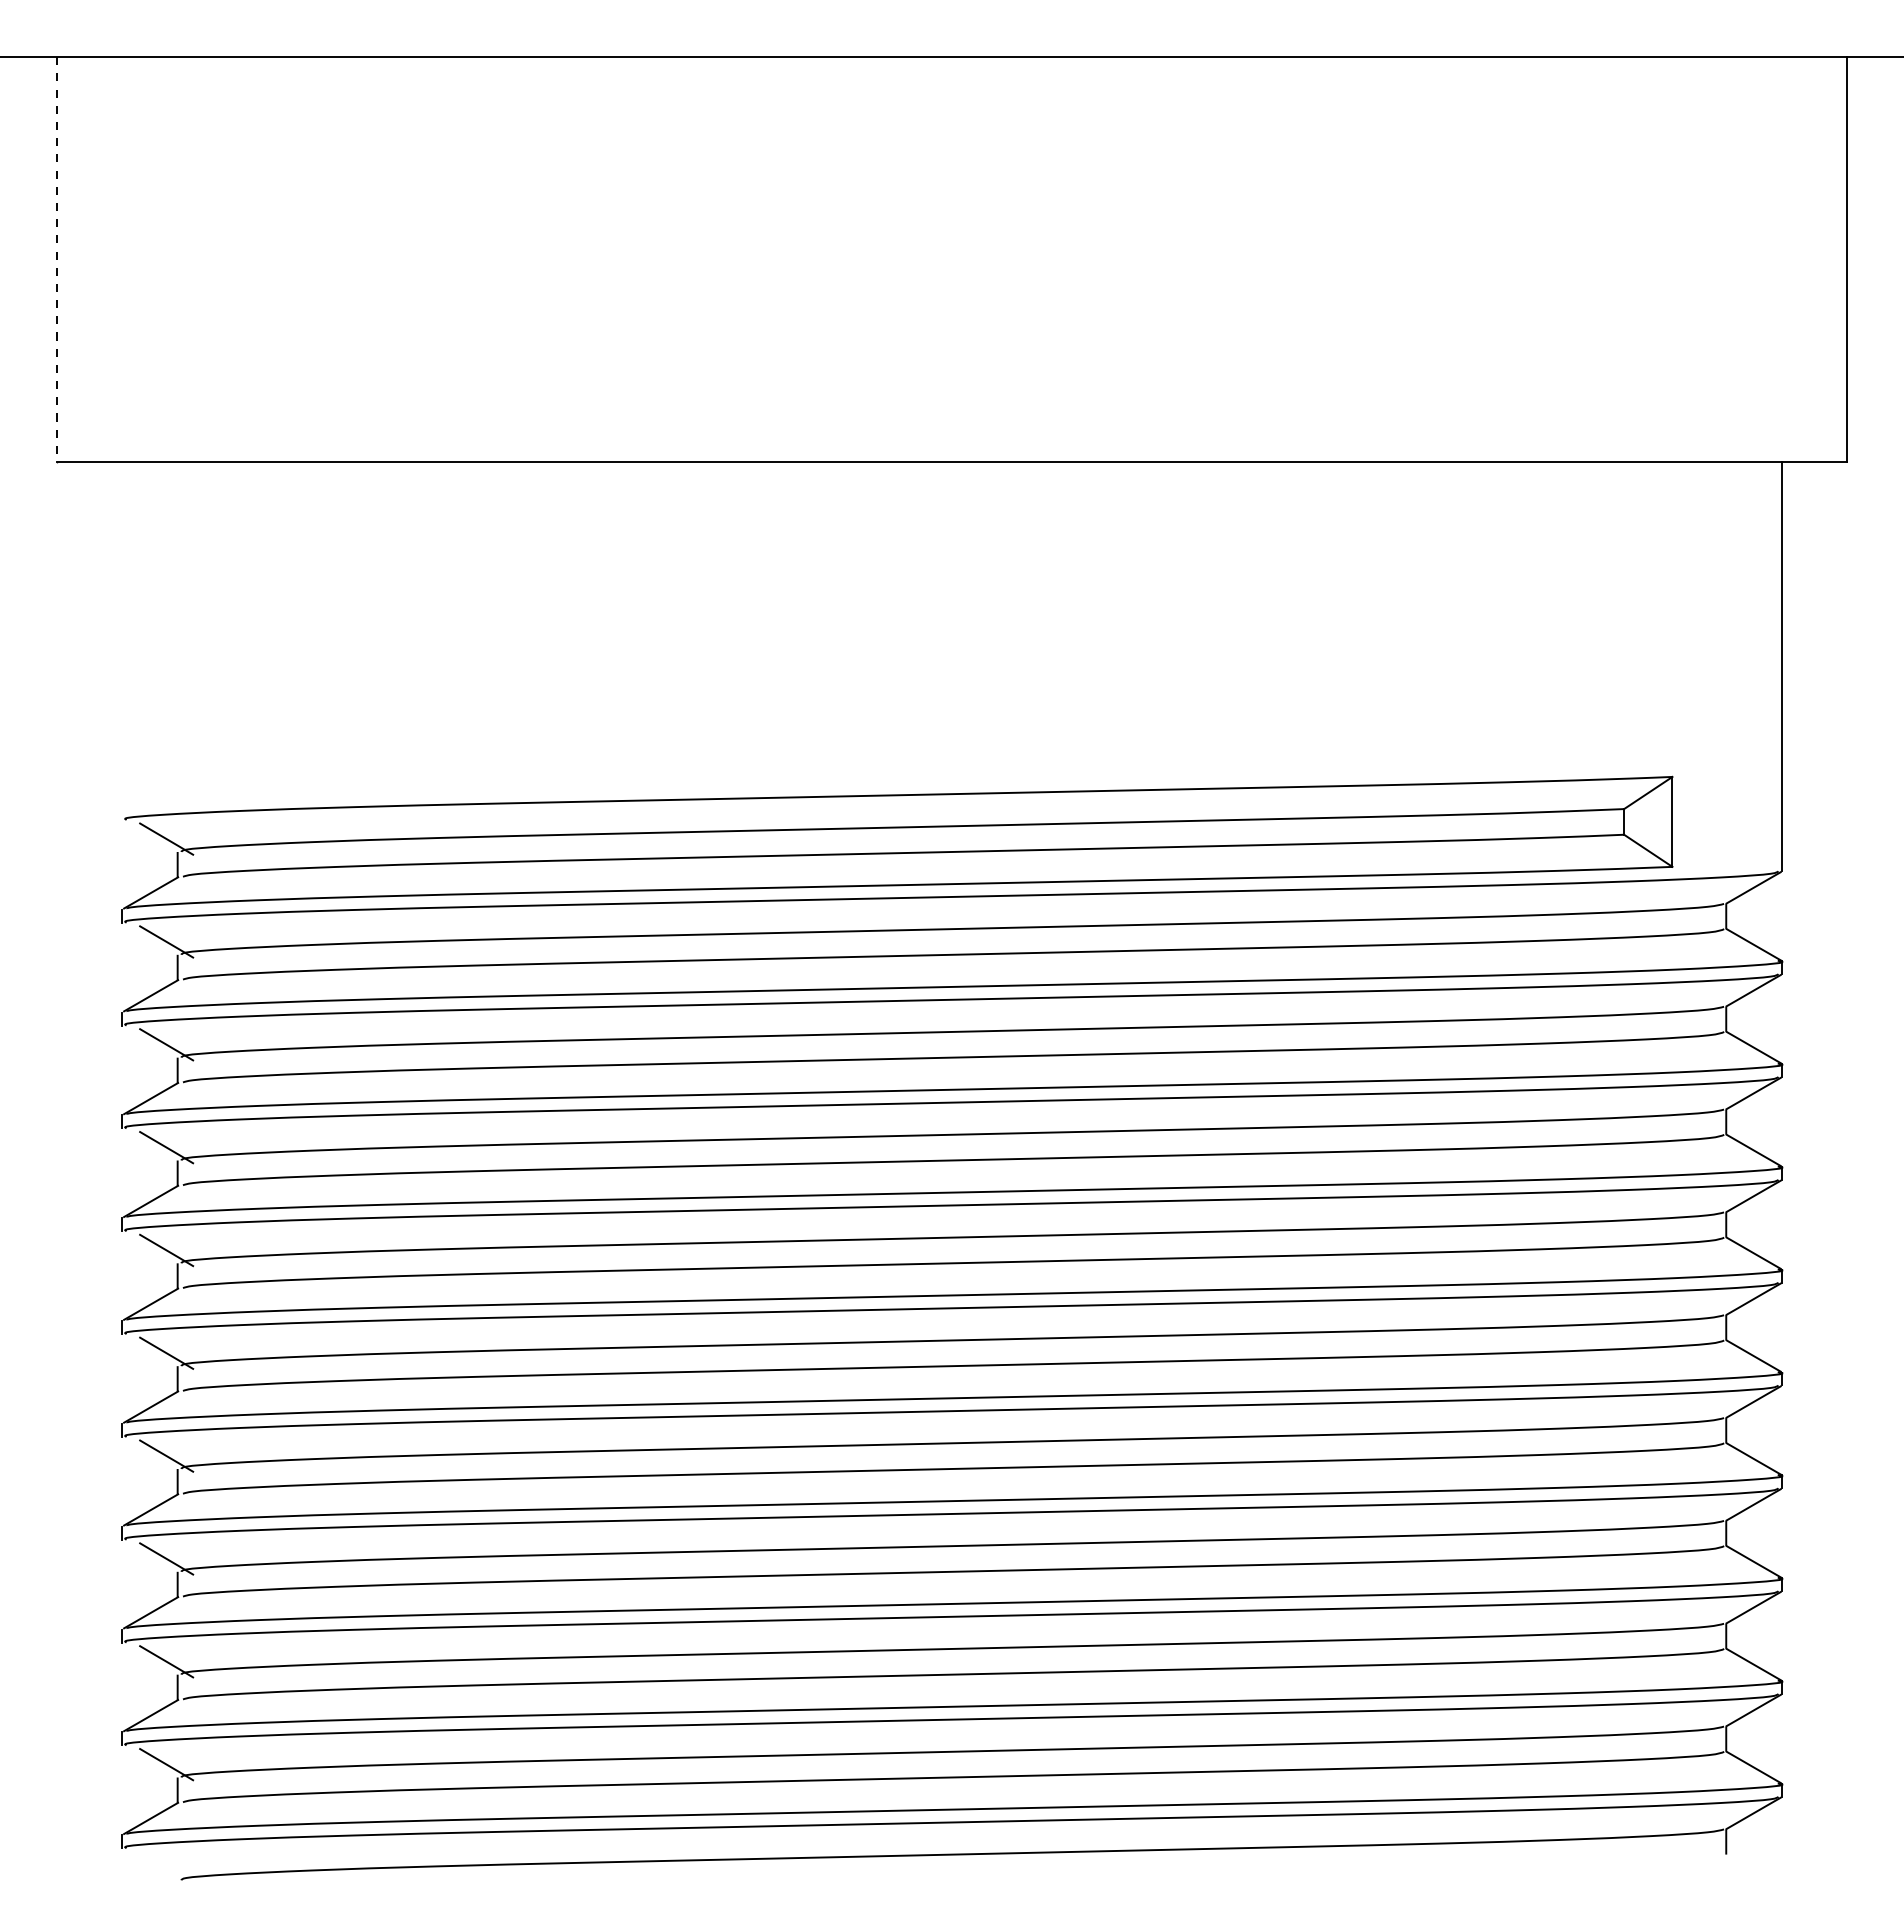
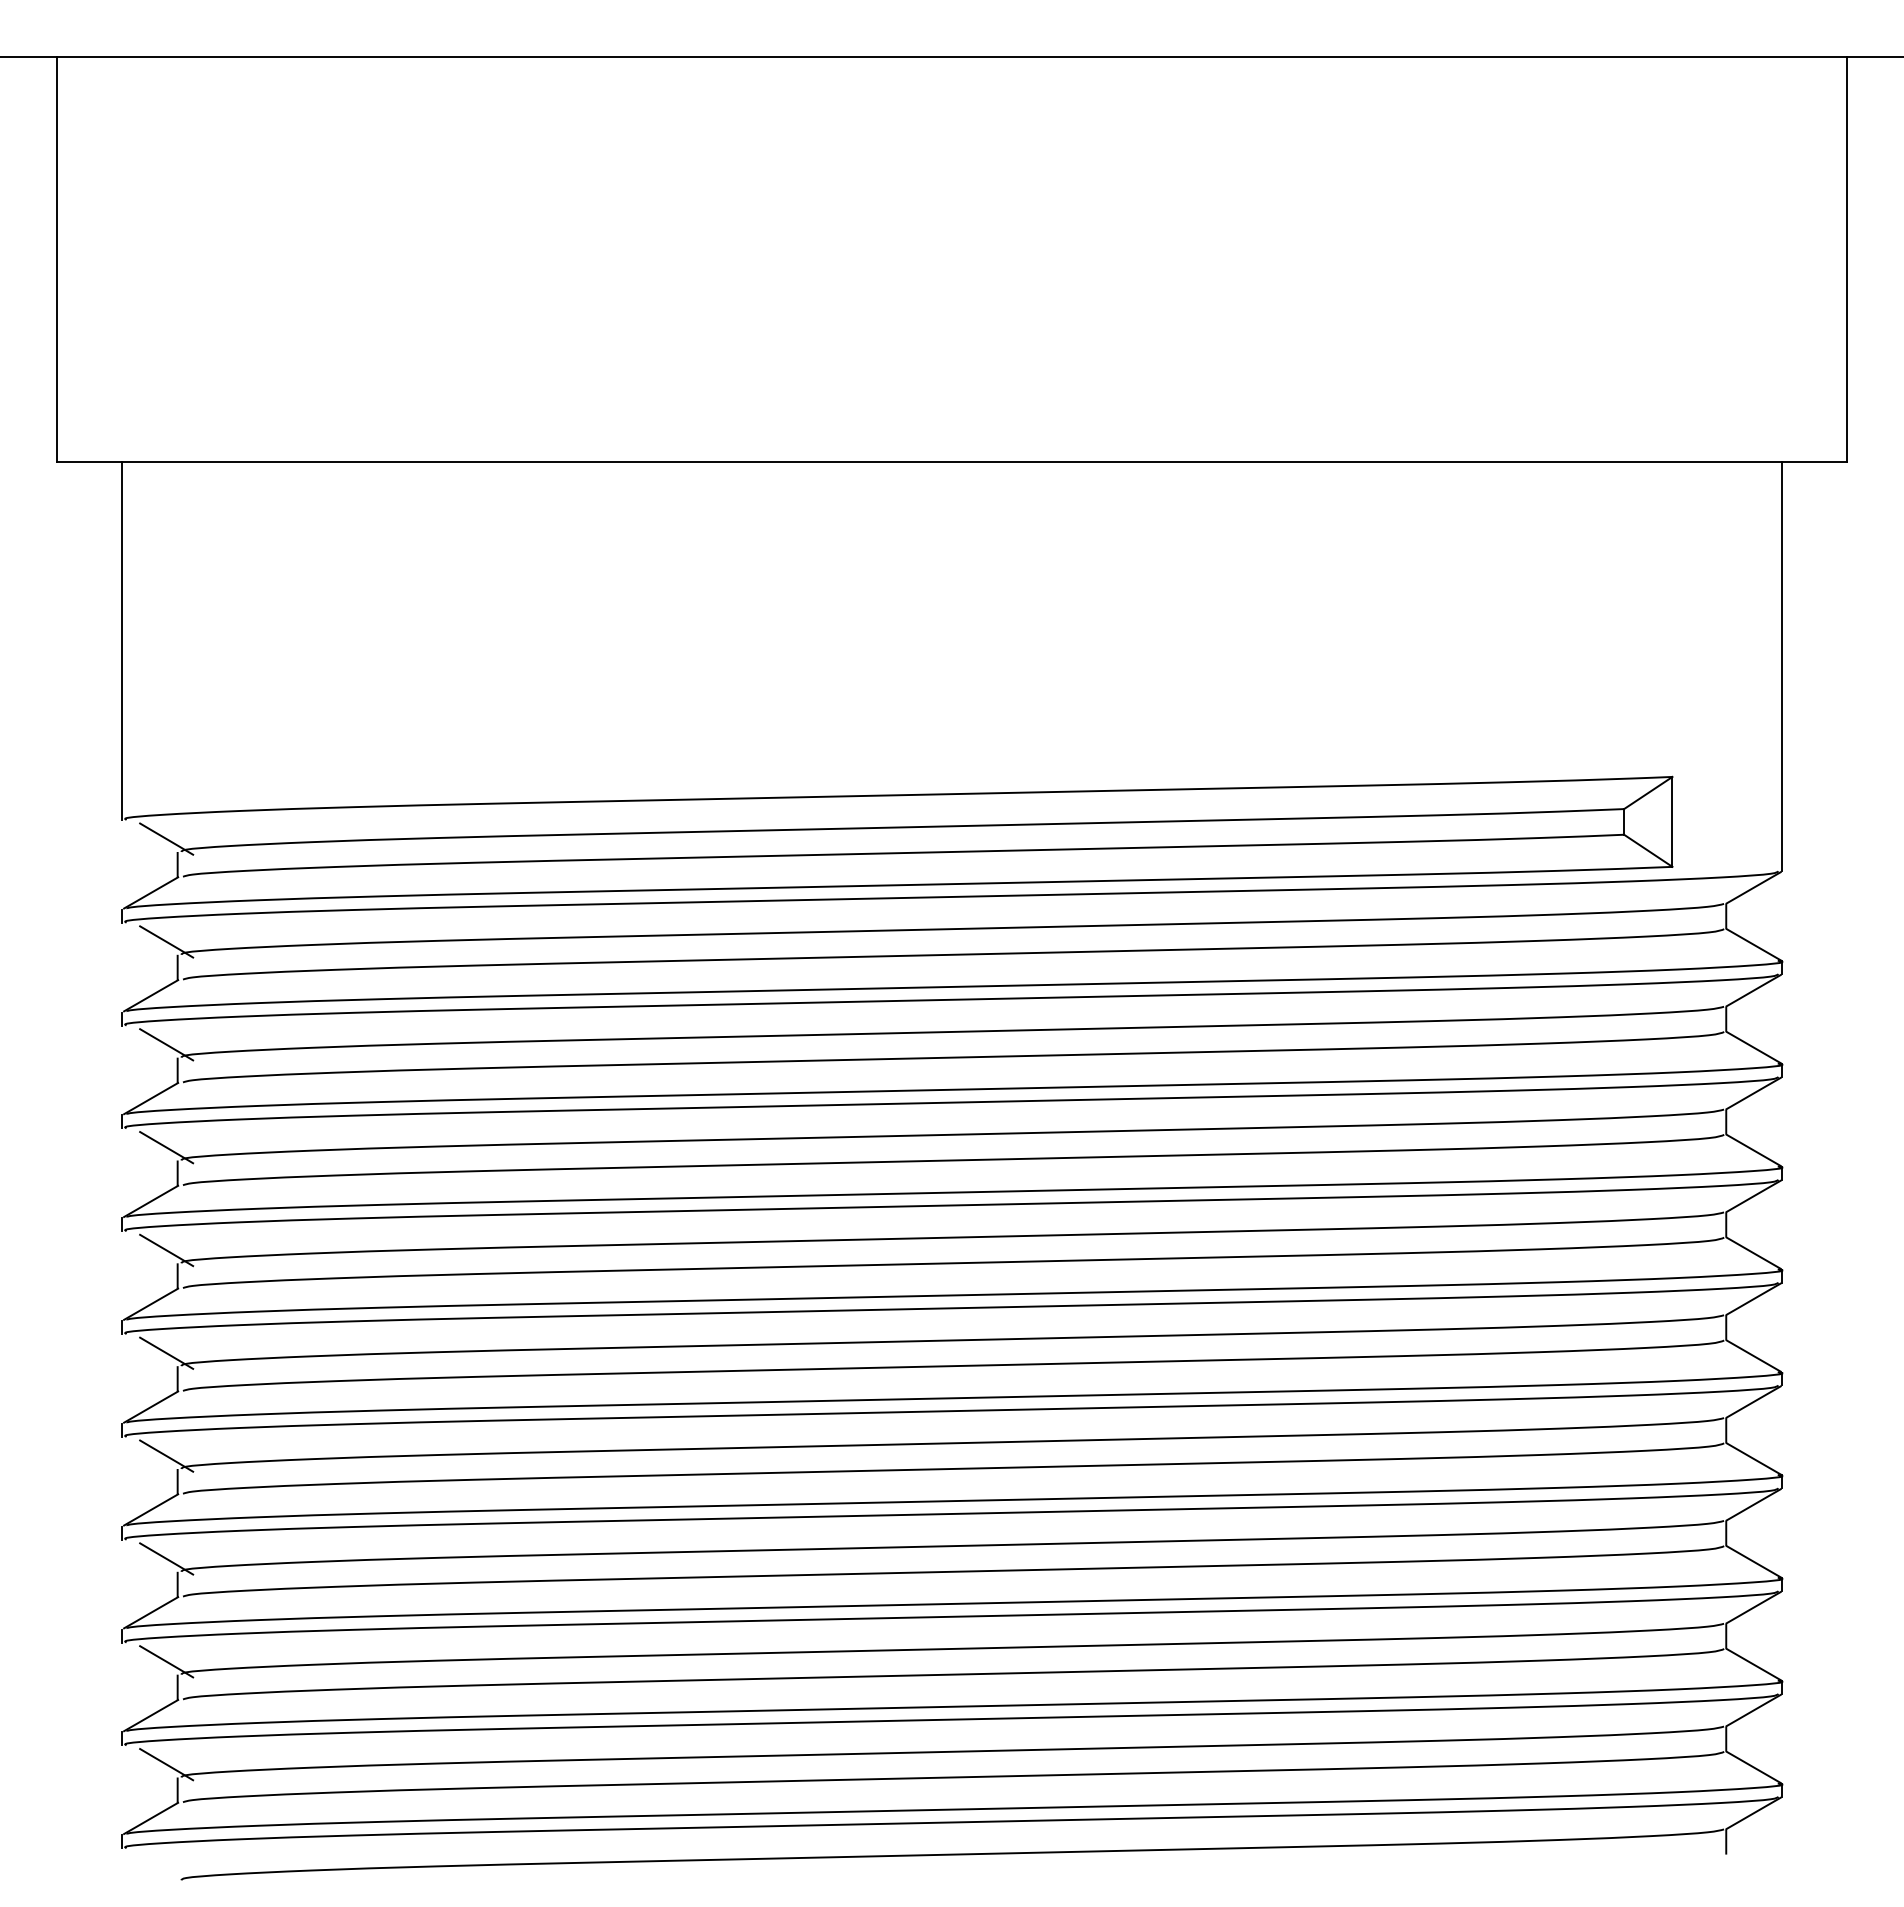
line at (57, 260): dashed -> solid
line at (122, 640): none -> present
